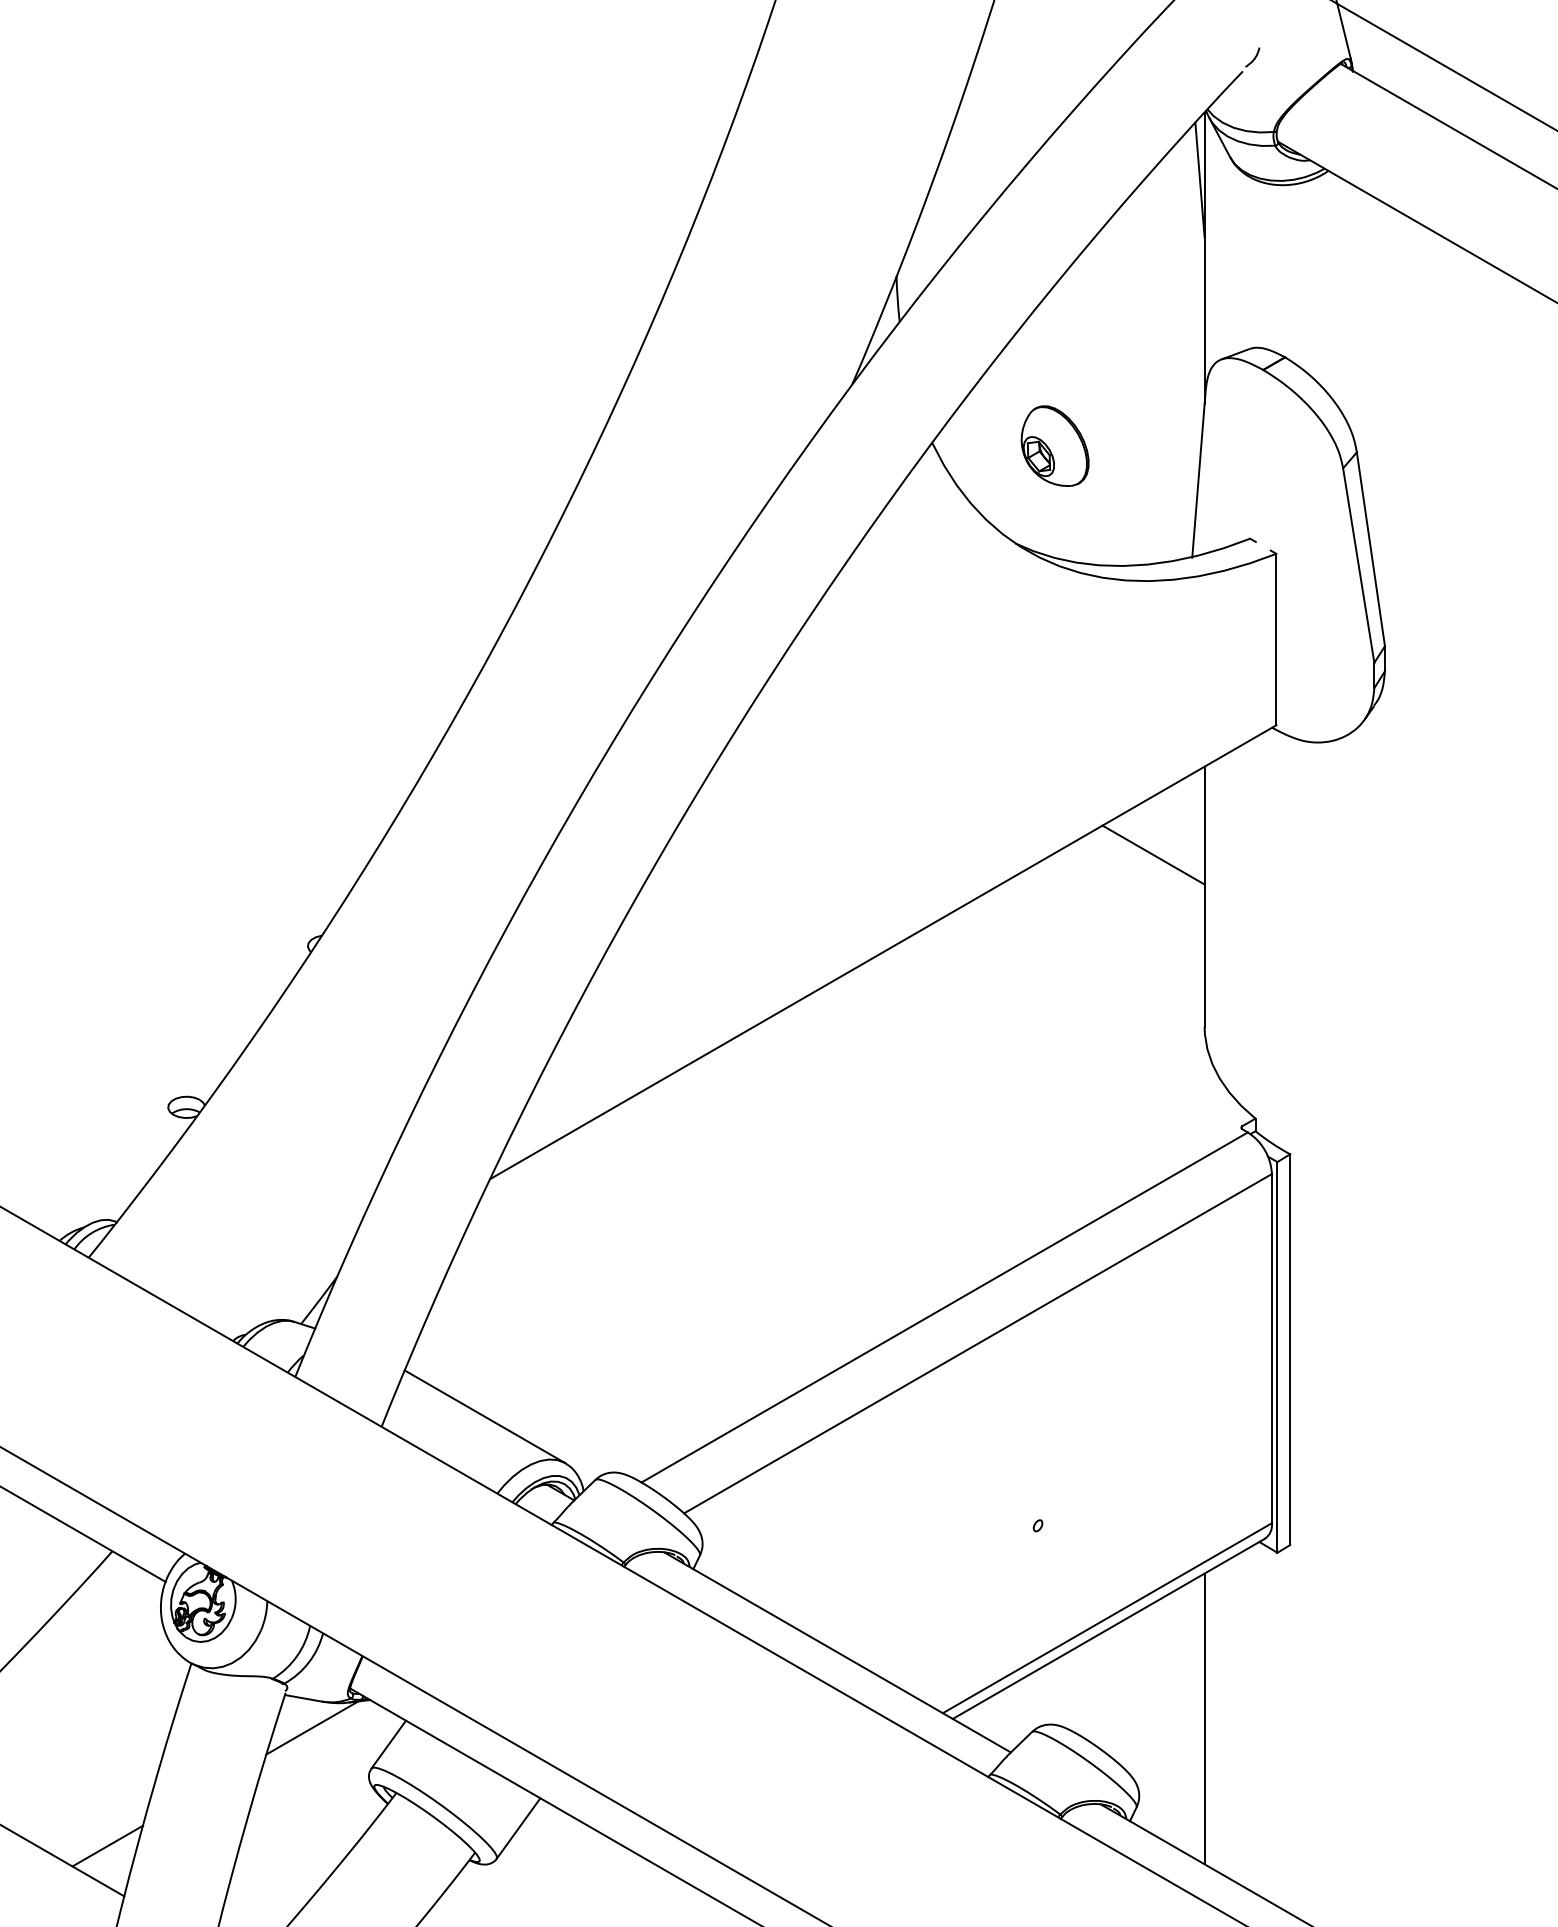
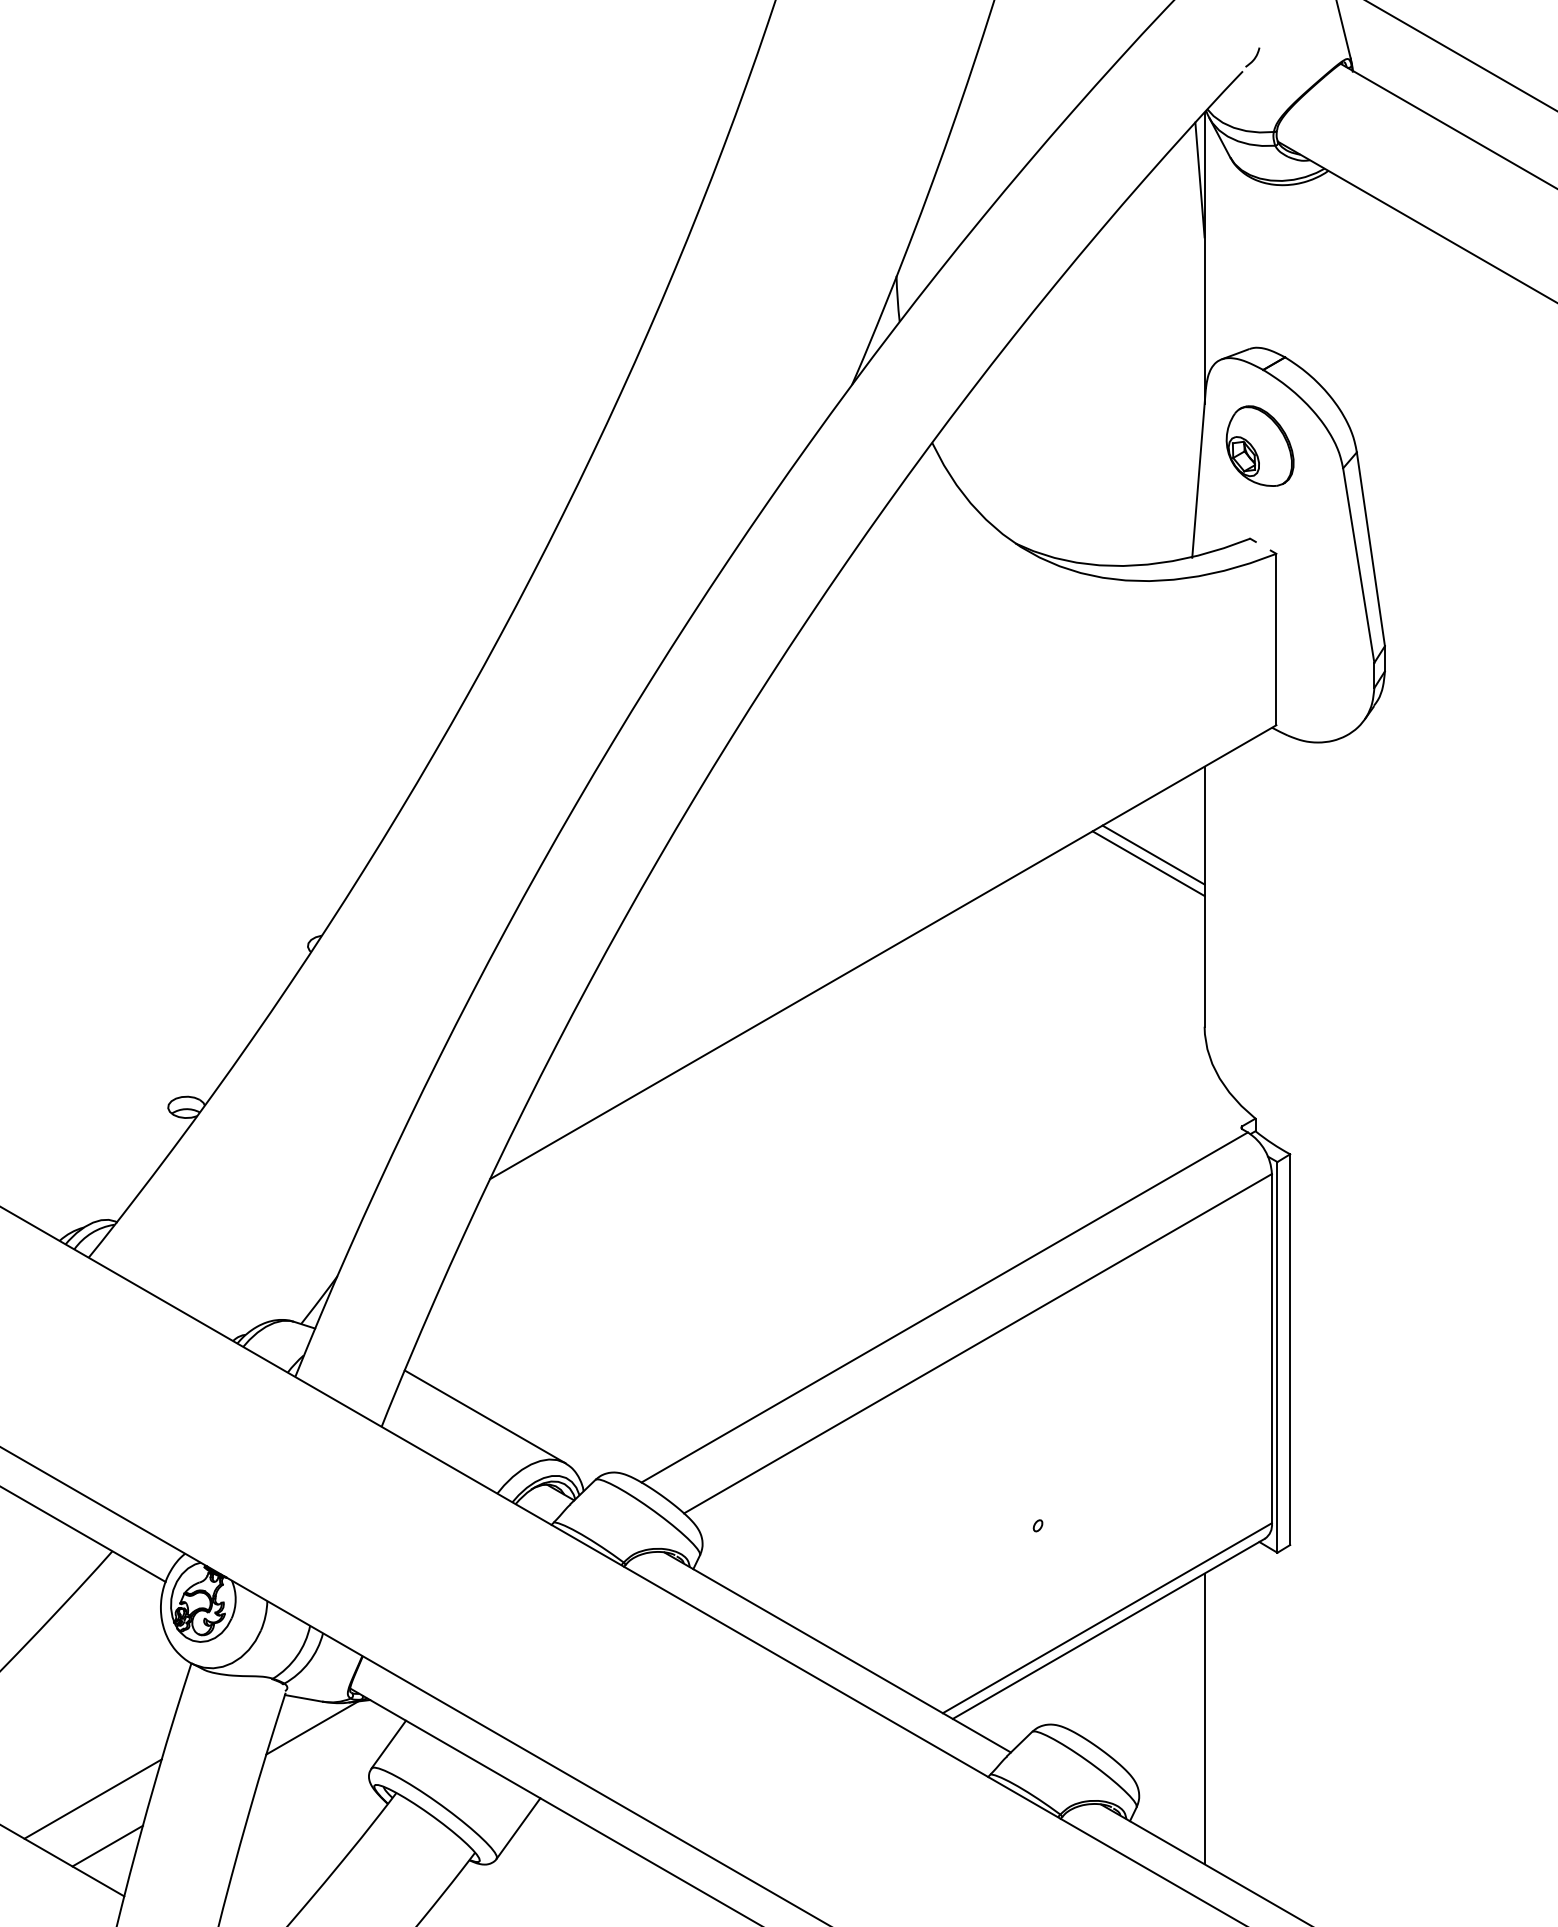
line at (1444, 65) position: (1444, 65) -> (1461, 55)
part at (1054, 445) position: (1054, 445) -> (1259, 445)
line at (1148, 863): none -> present
line at (92, 1798): none -> present
